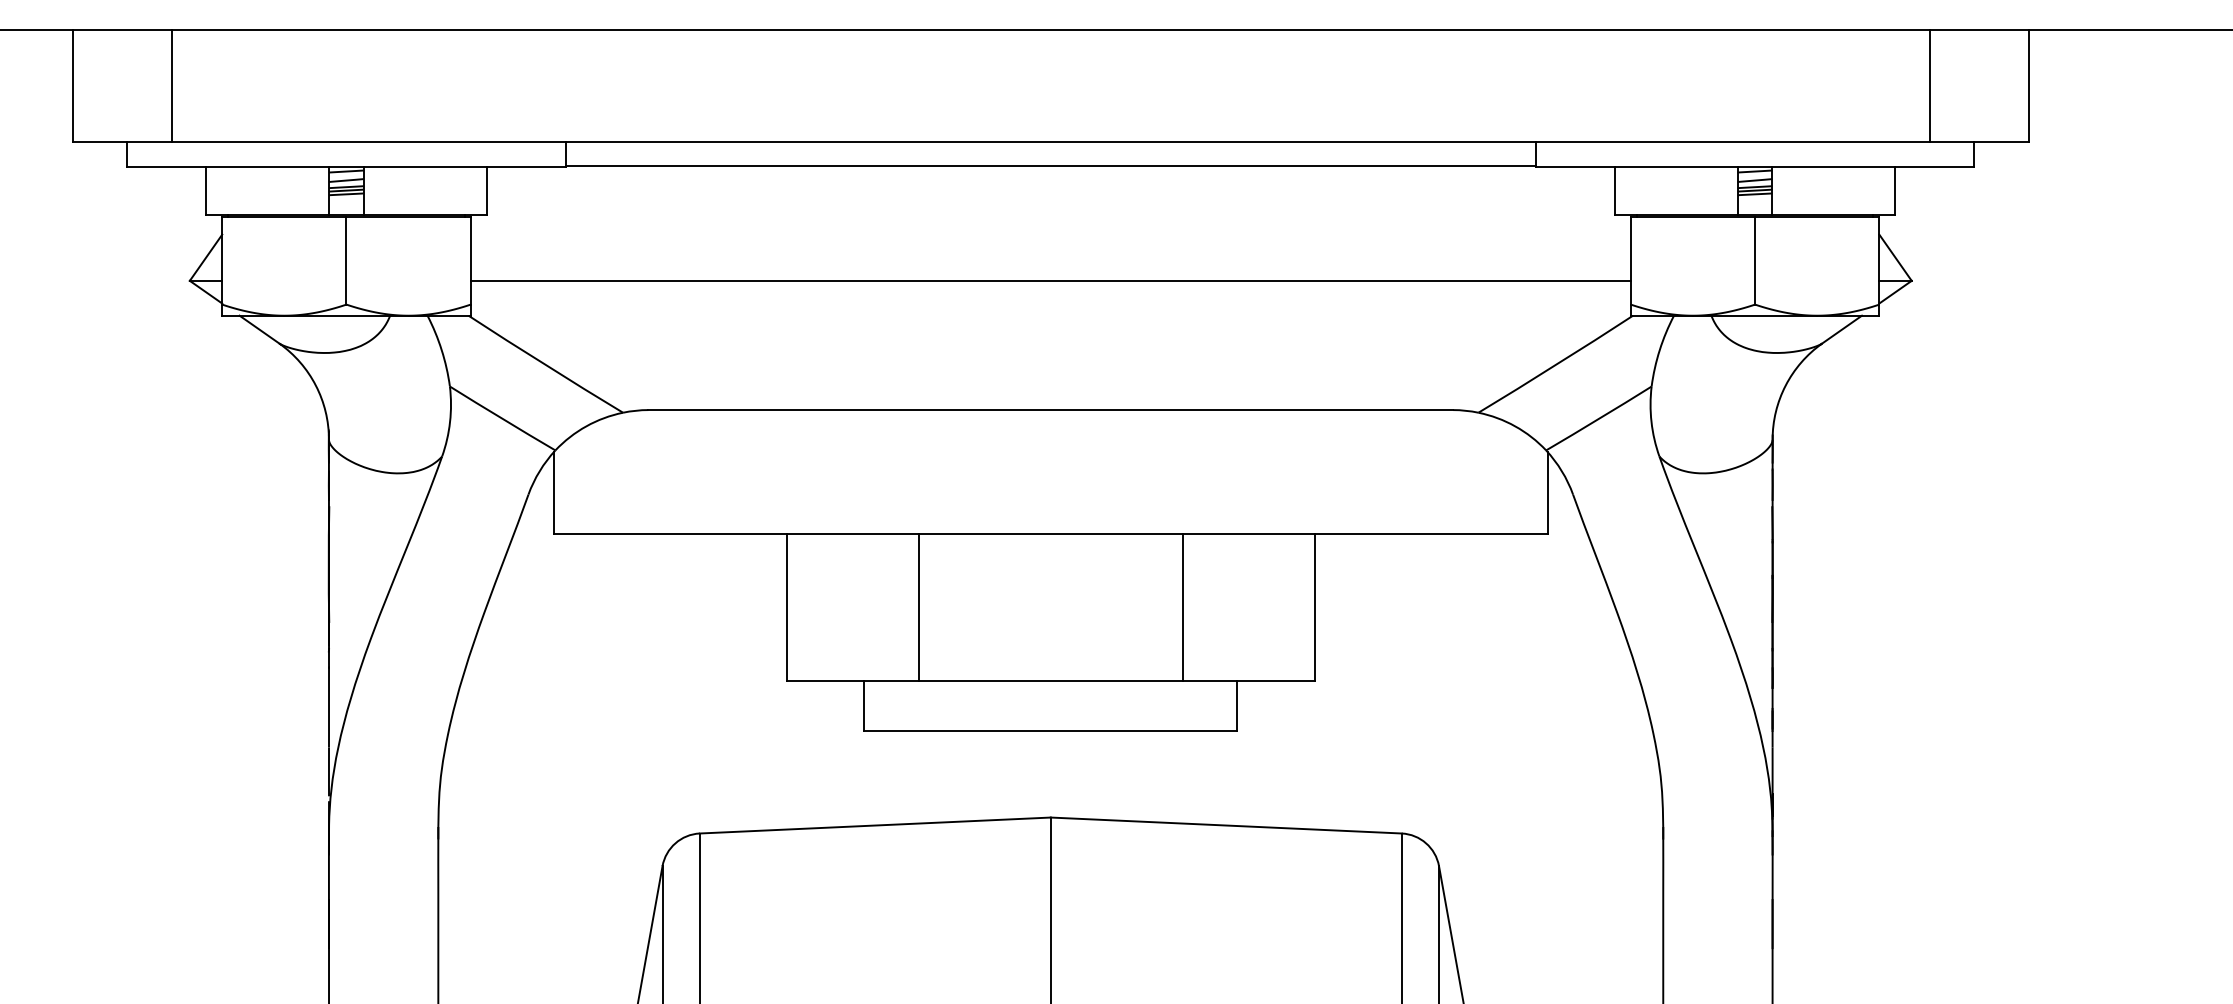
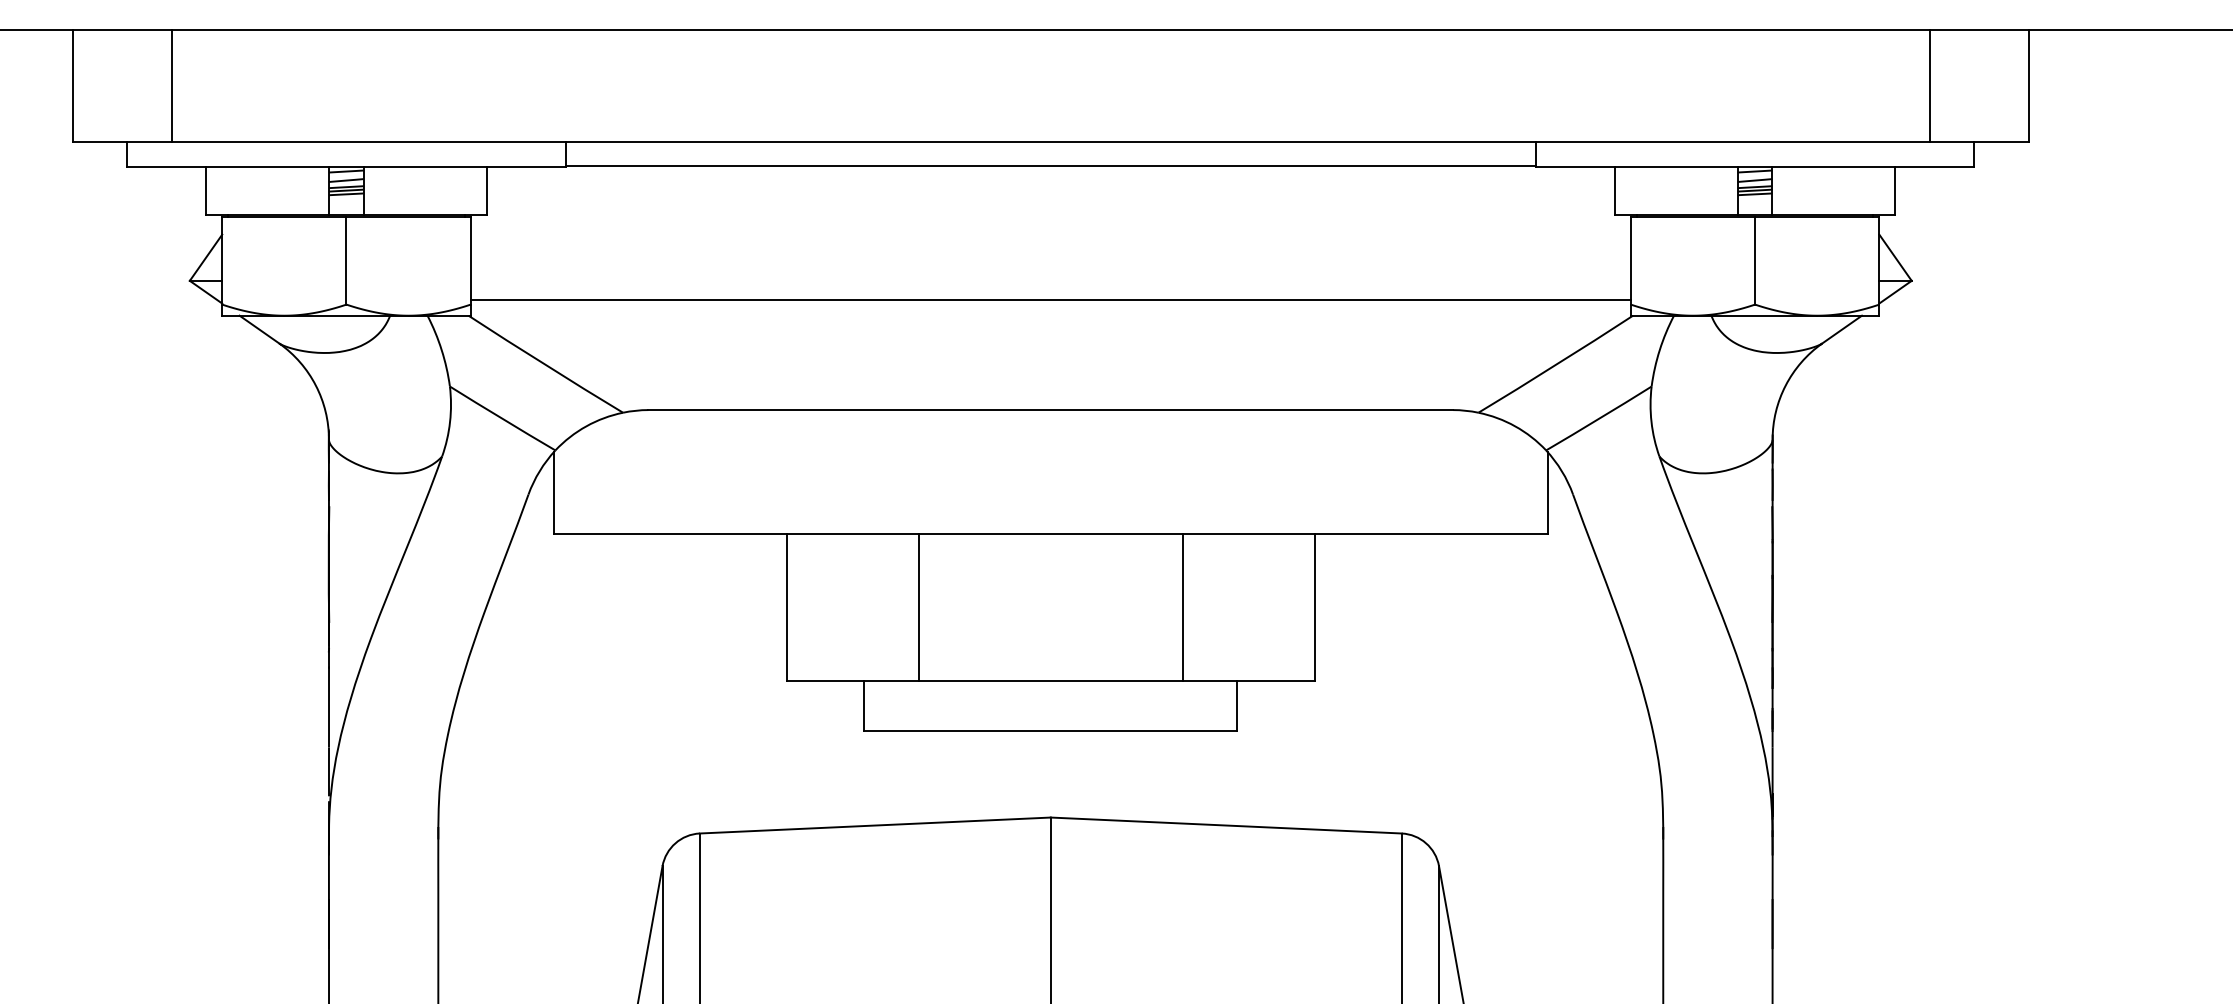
line at (1050, 280) position: (1050, 280) -> (1050, 299)
